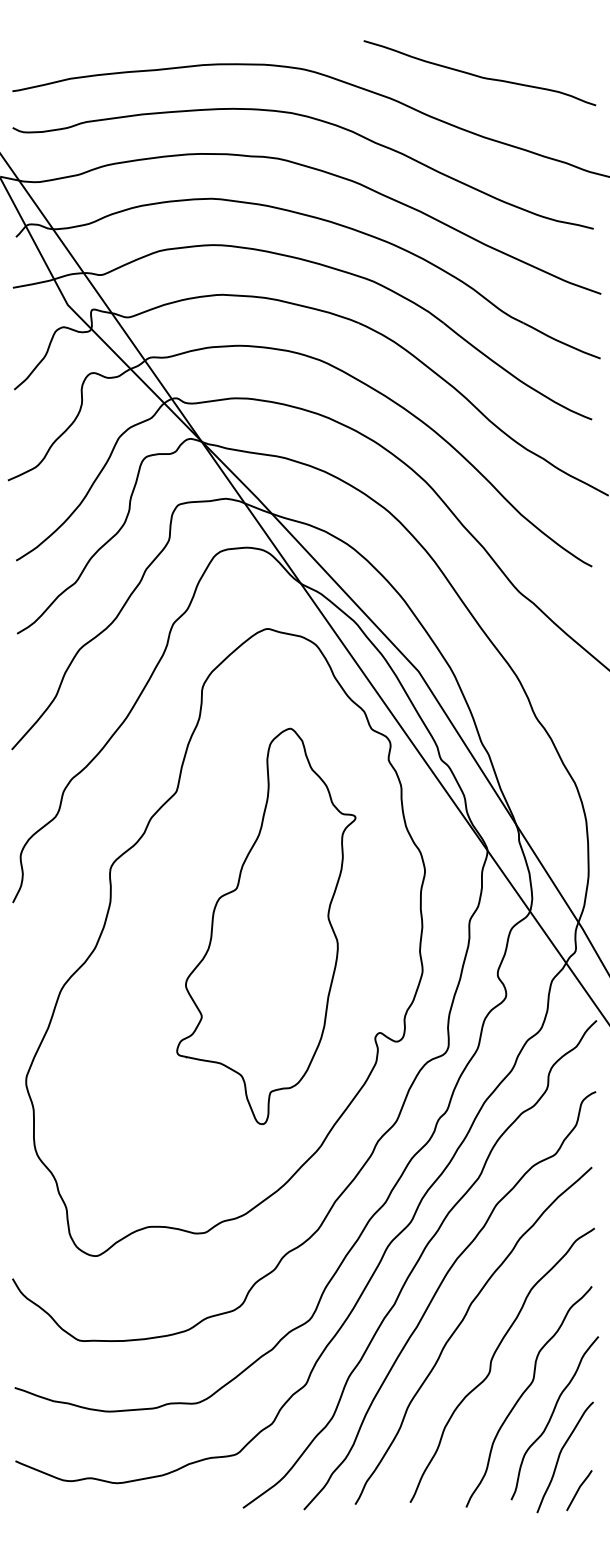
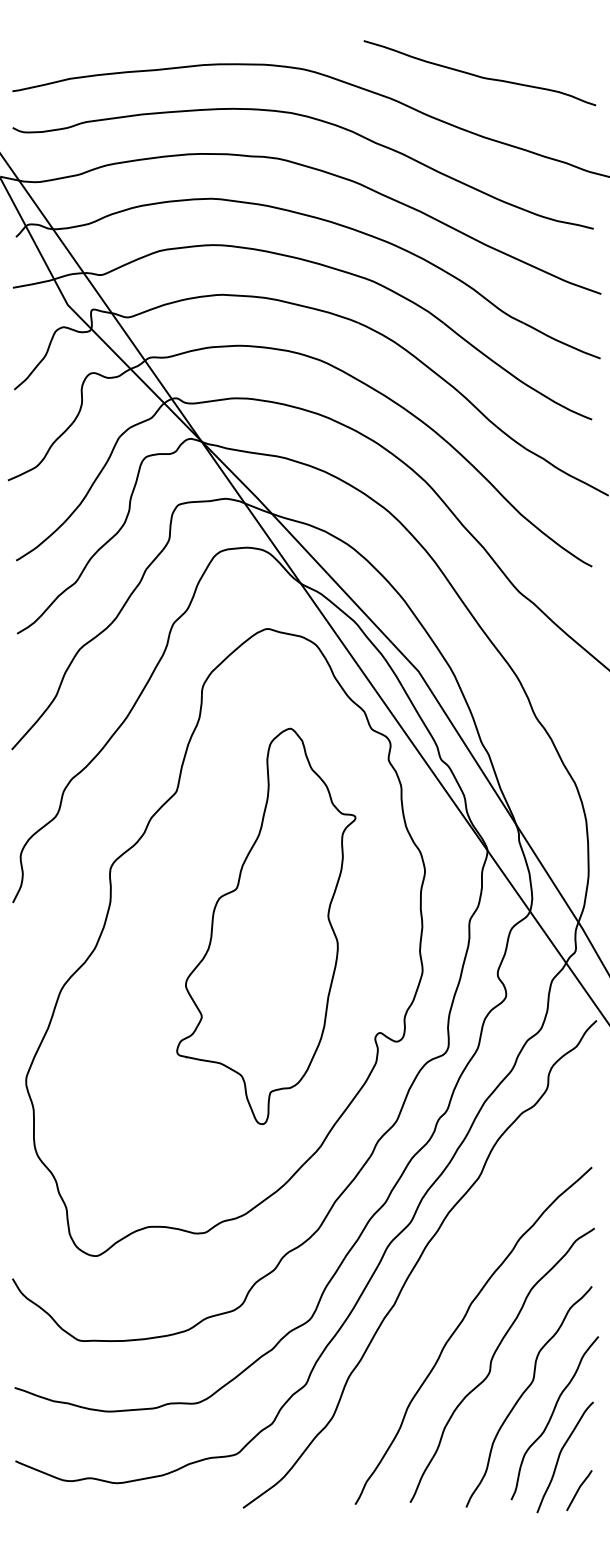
curve at (437, 1292): present -> none
